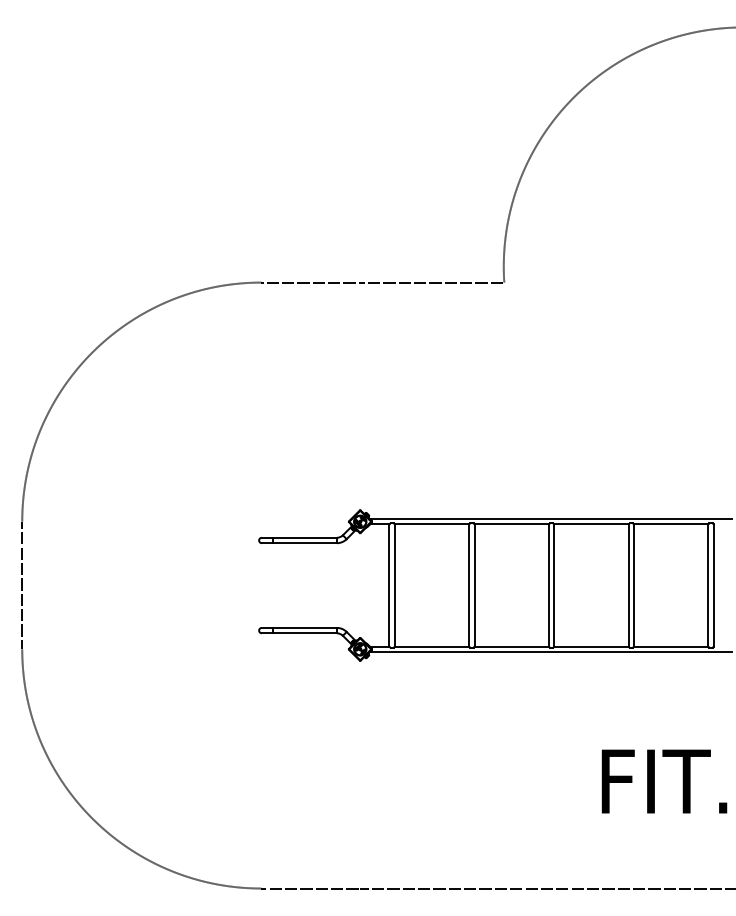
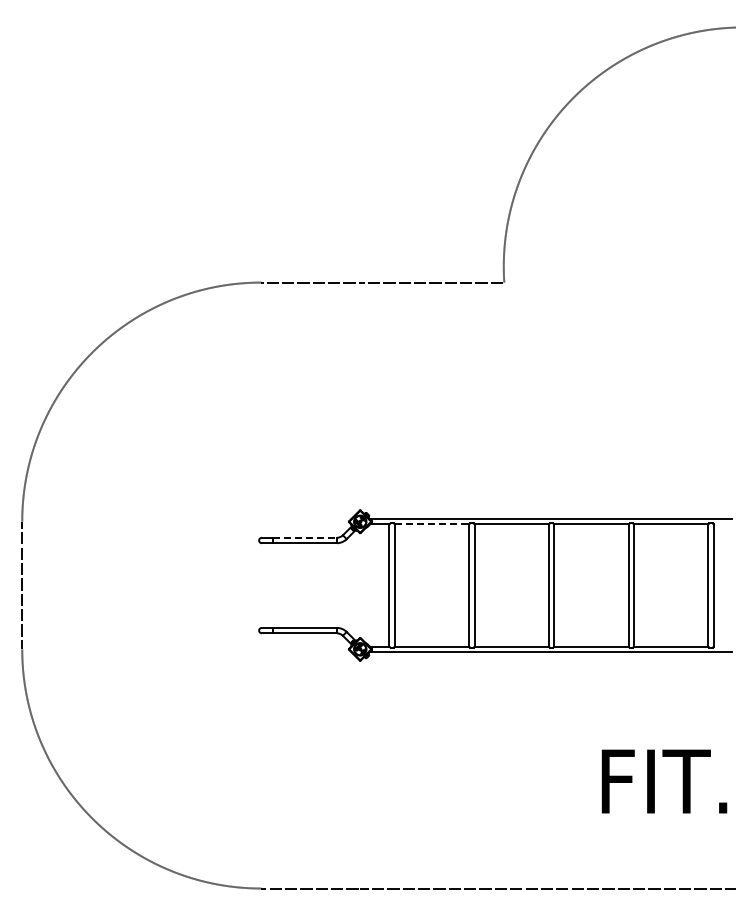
line at (432, 524): solid -> dashed
line at (304, 537): solid -> dashed
